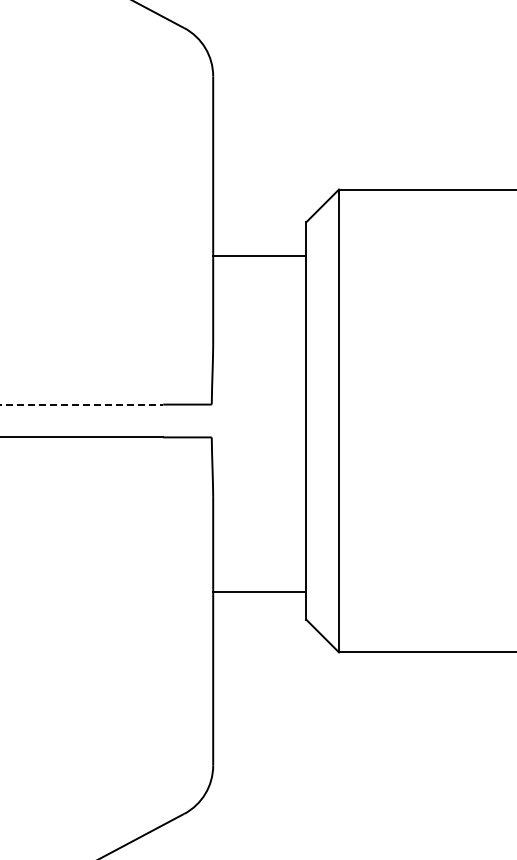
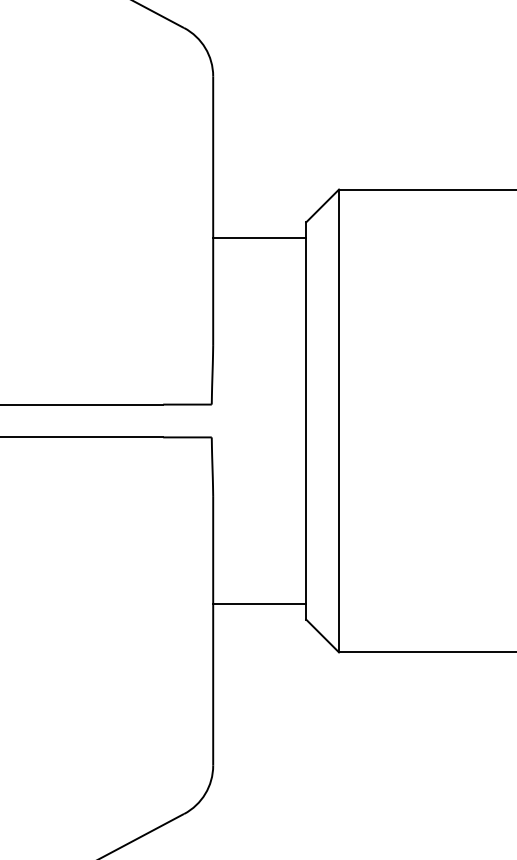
line at (259, 255) position: (259, 255) -> (259, 237)
line at (82, 404): dashed -> solid
line at (259, 592) position: (259, 592) -> (259, 604)
